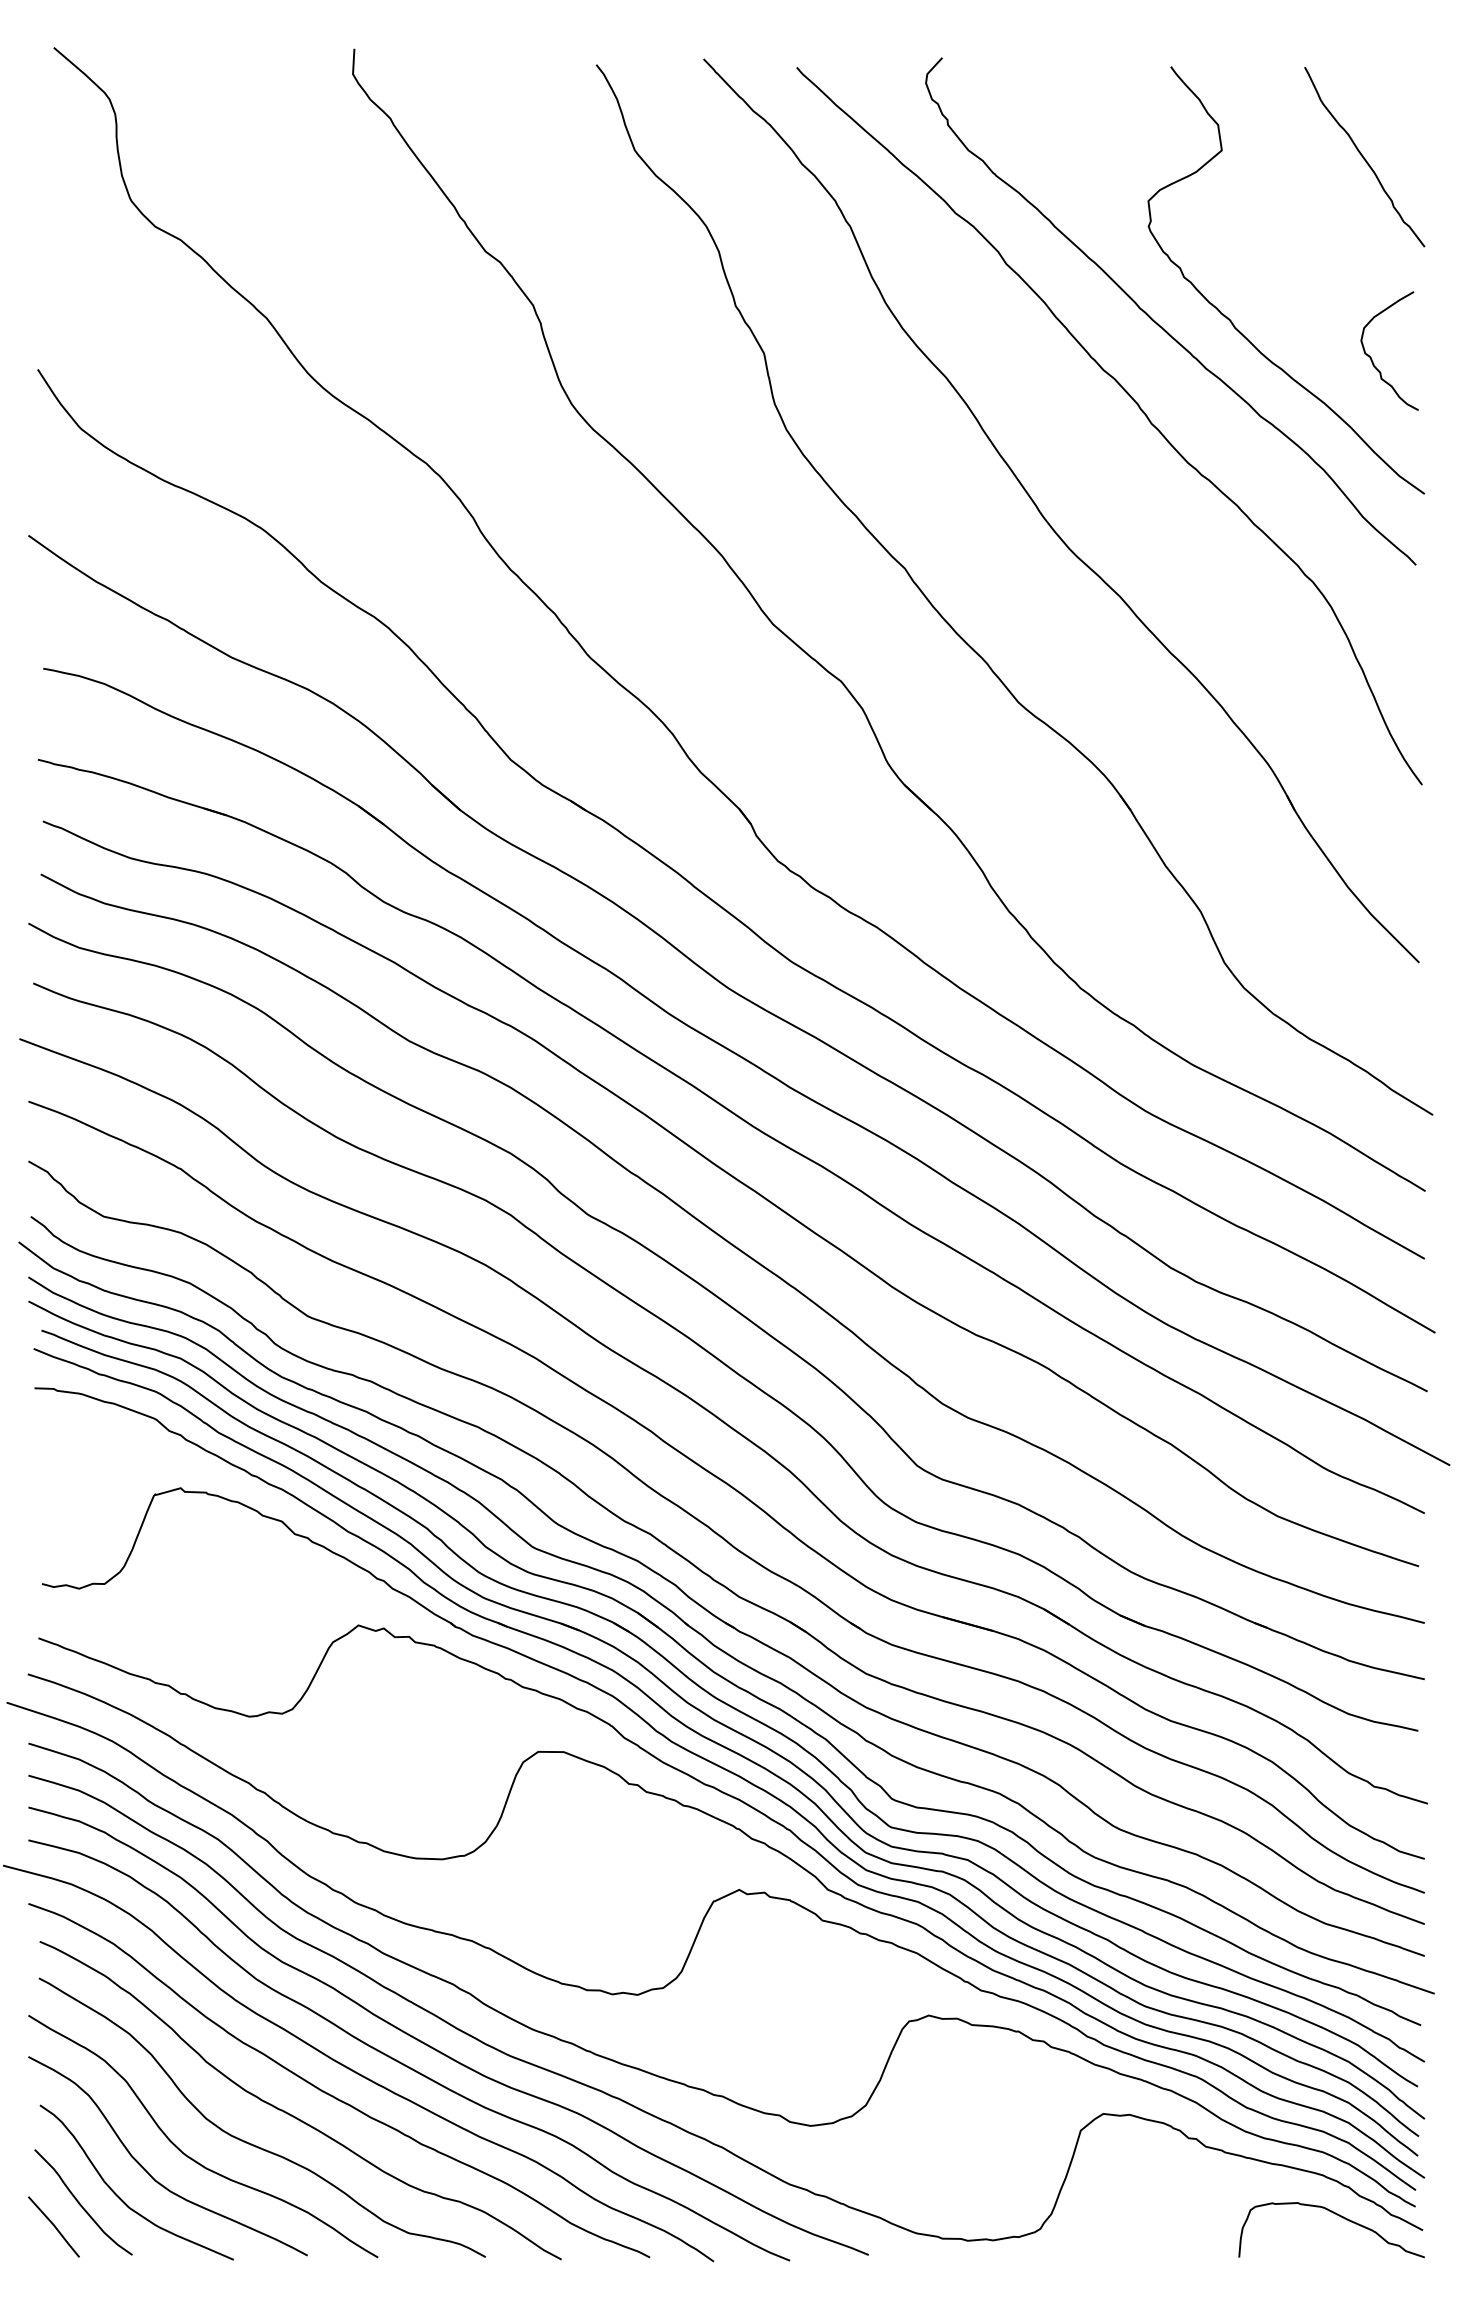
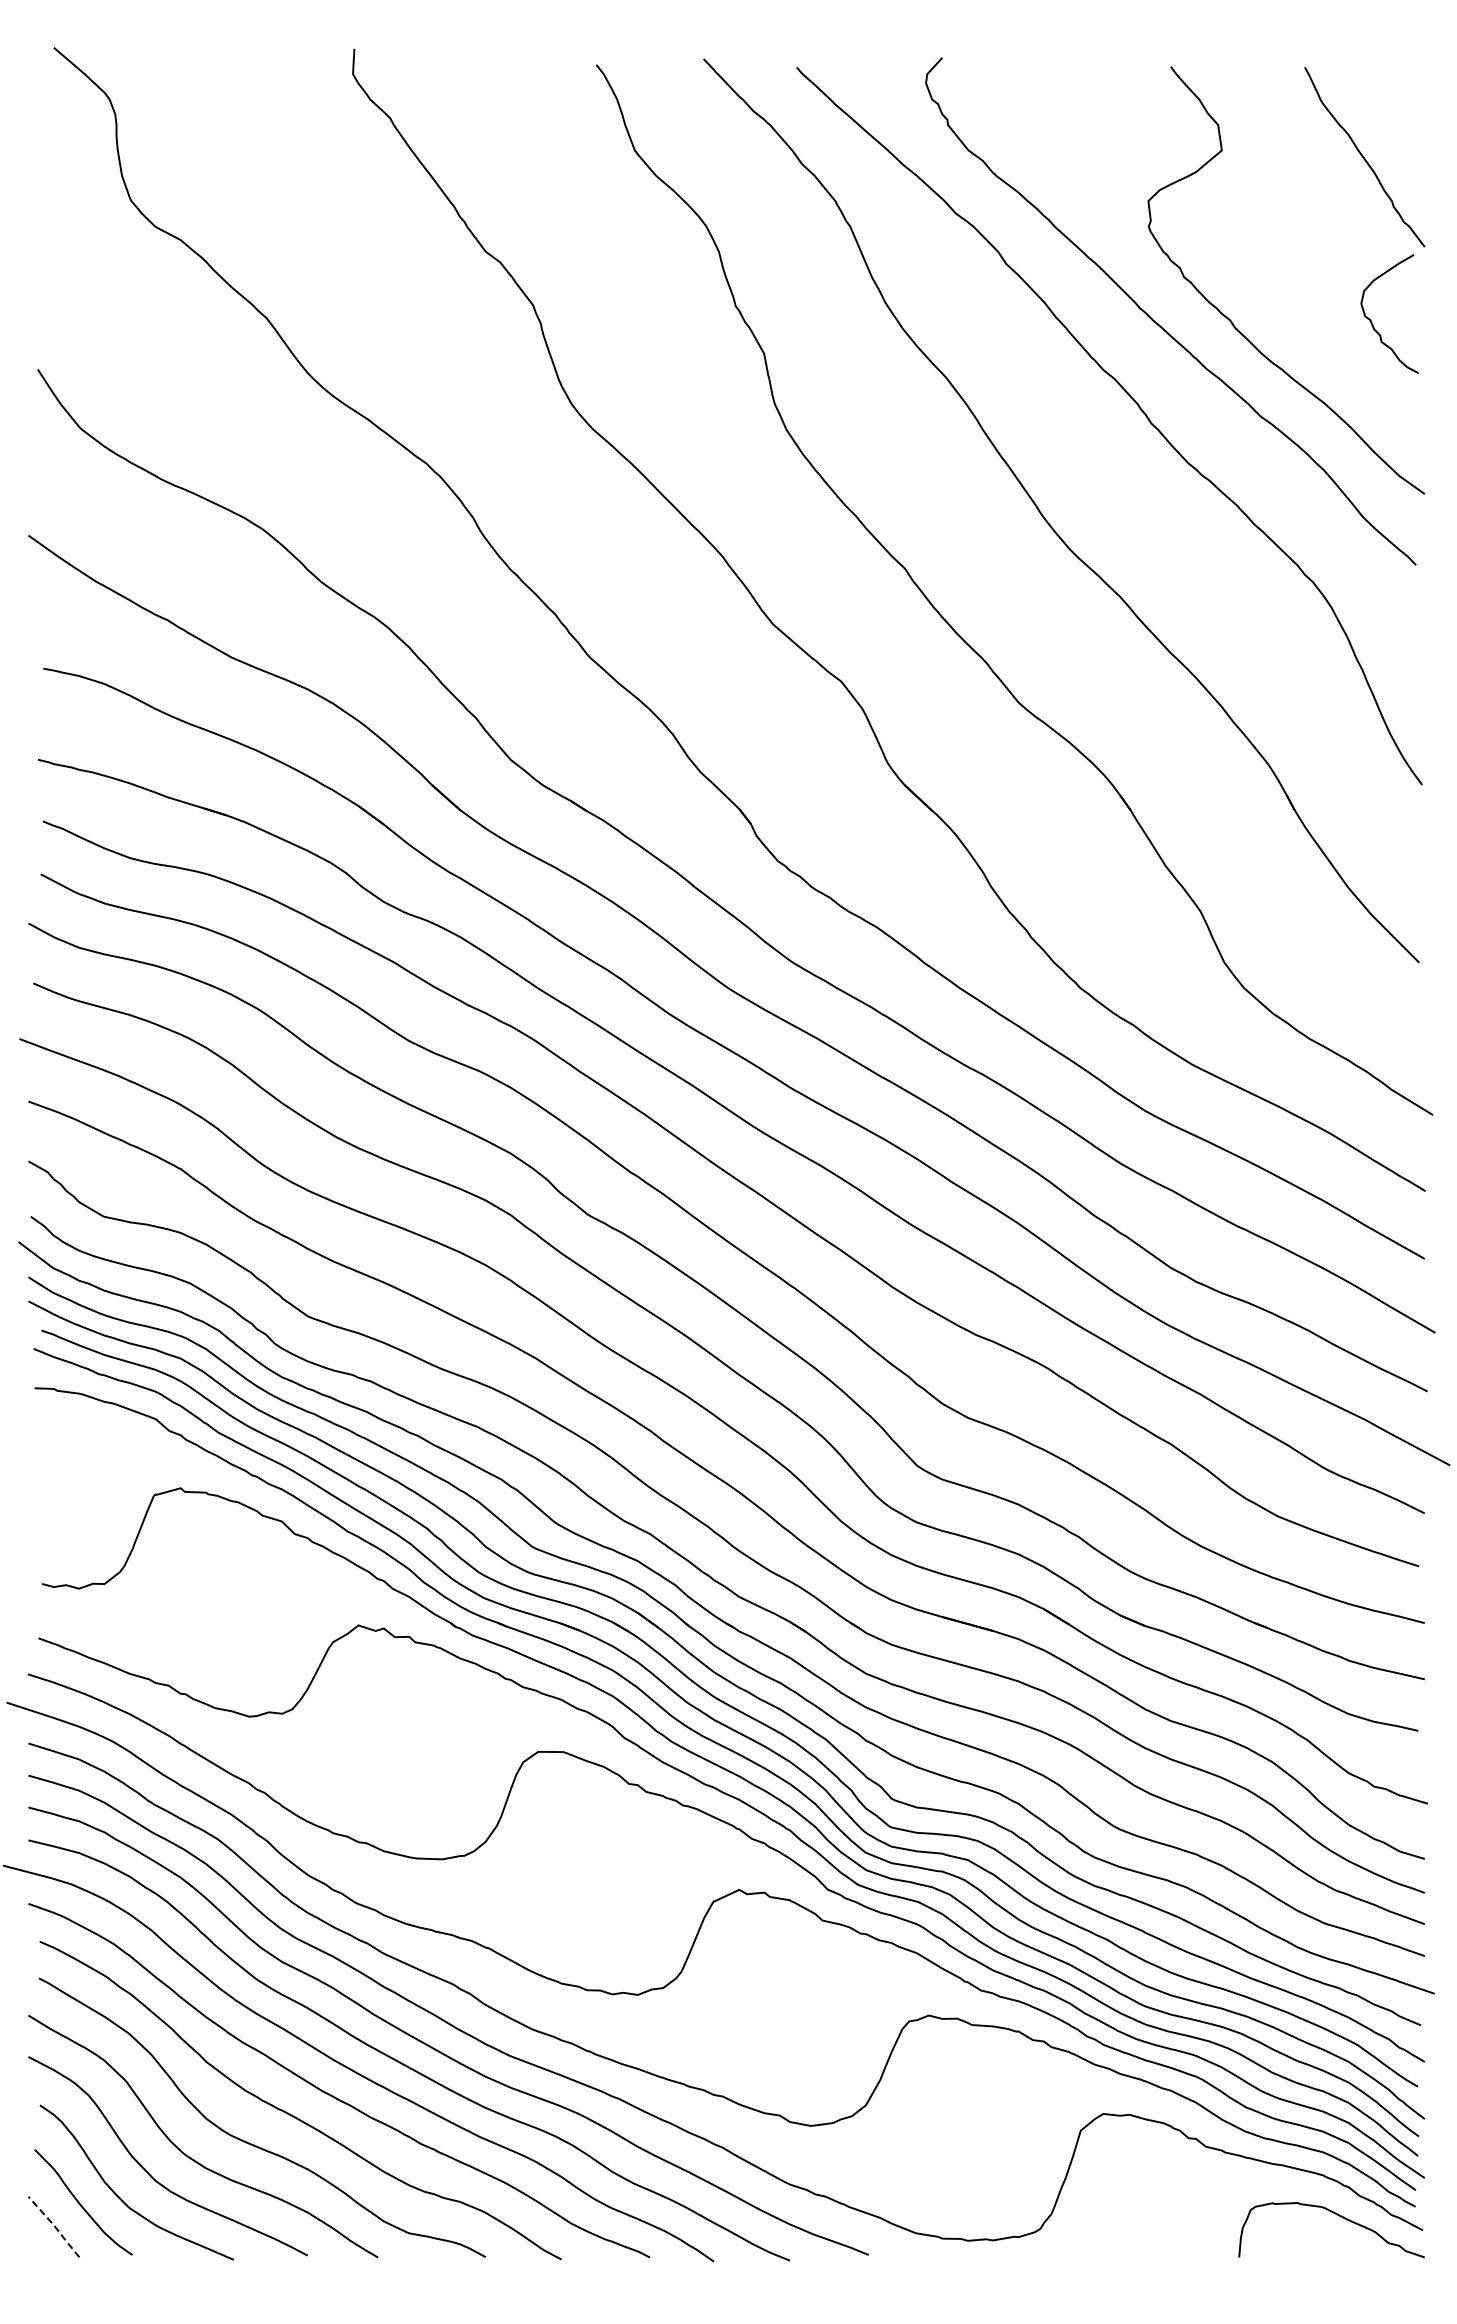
curve at (1372, 359) position: (1372, 359) -> (1372, 322)
line at (55, 2226): solid -> dashed
